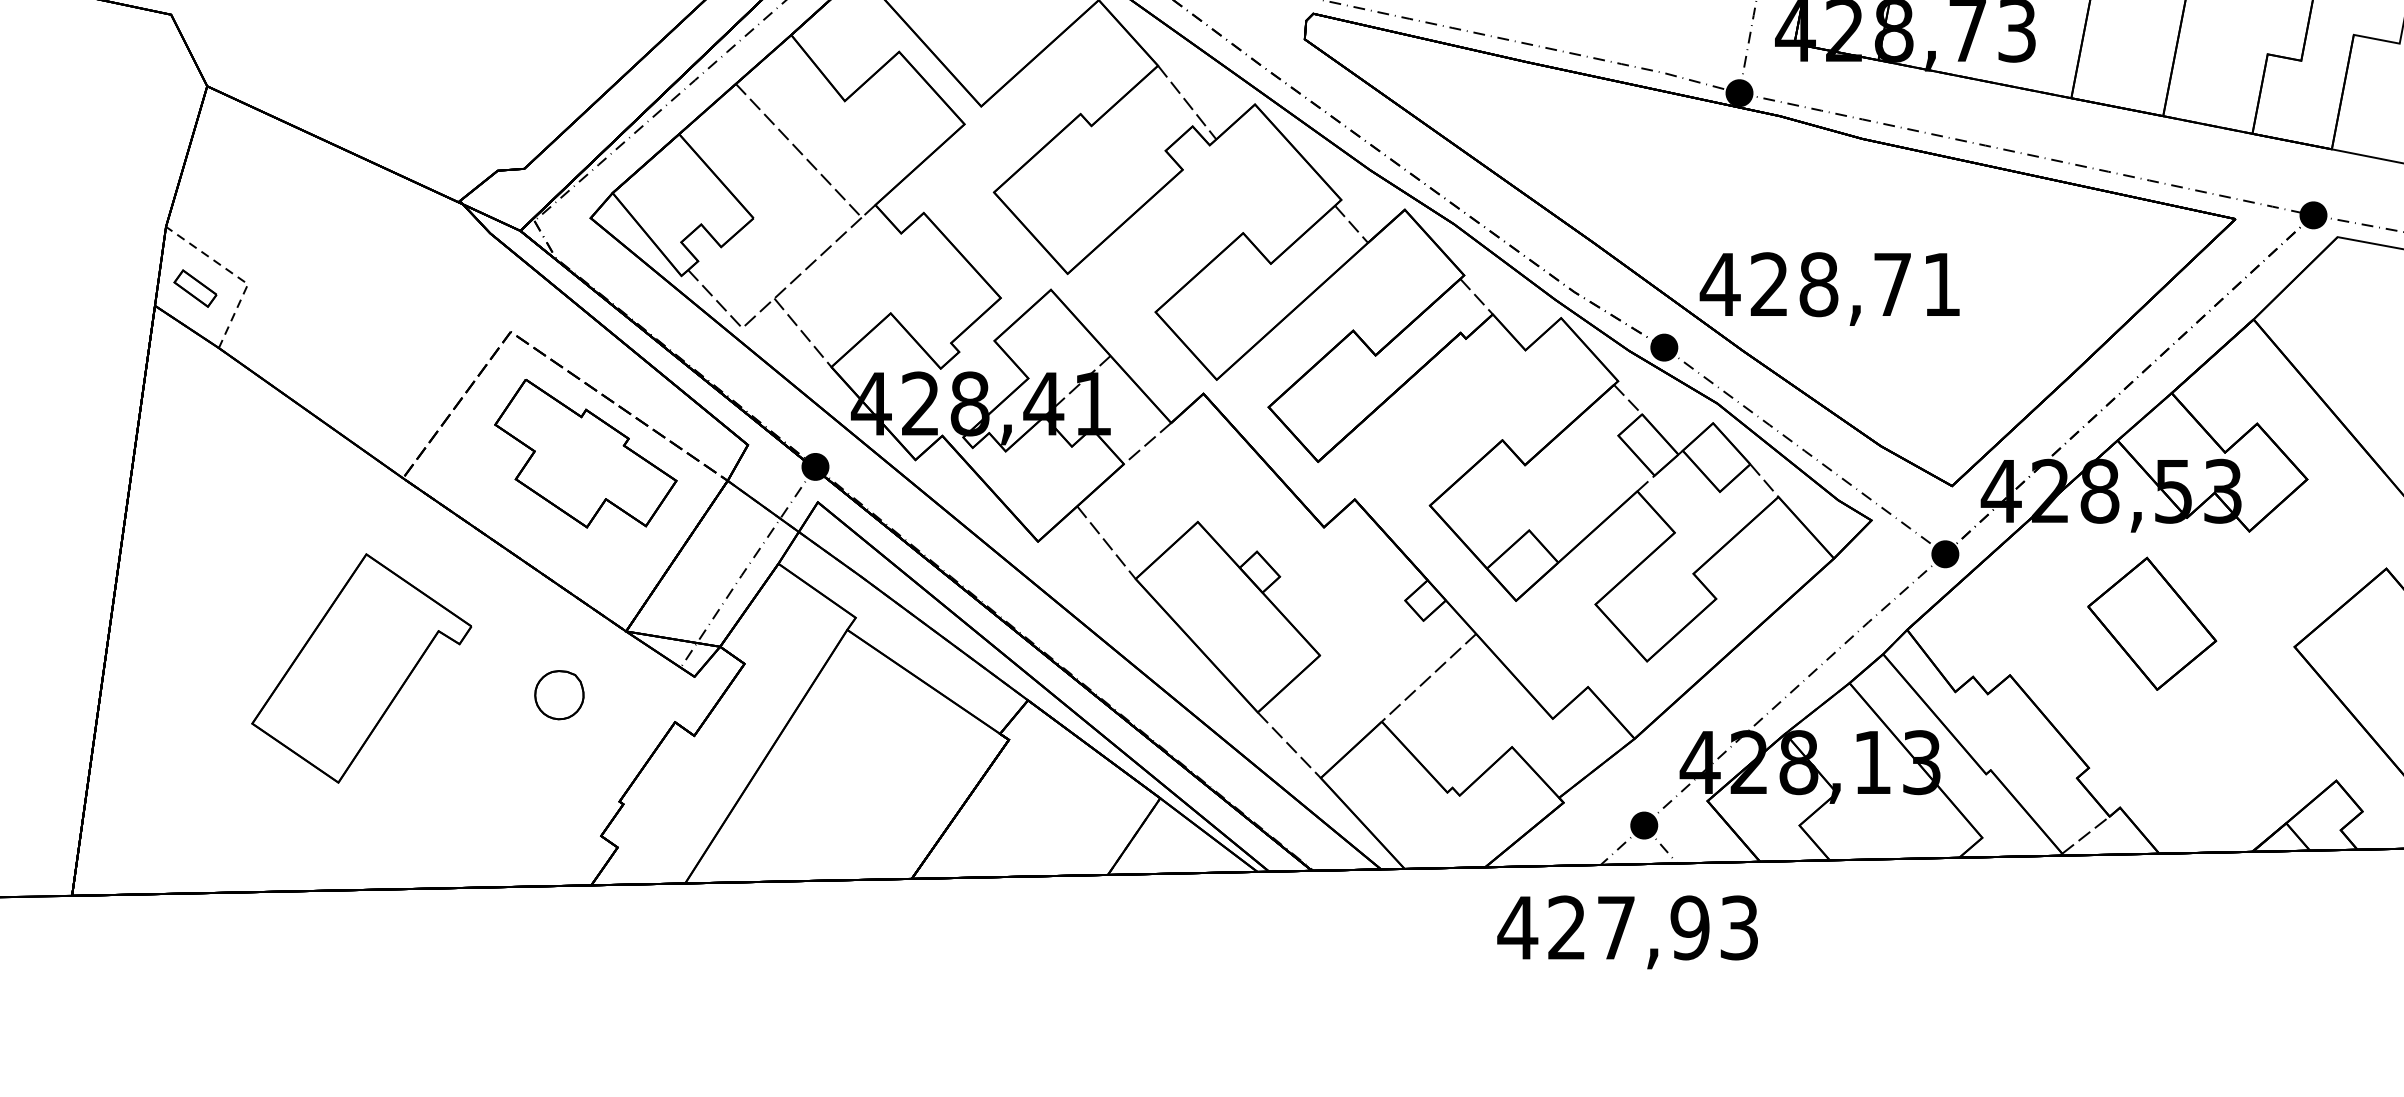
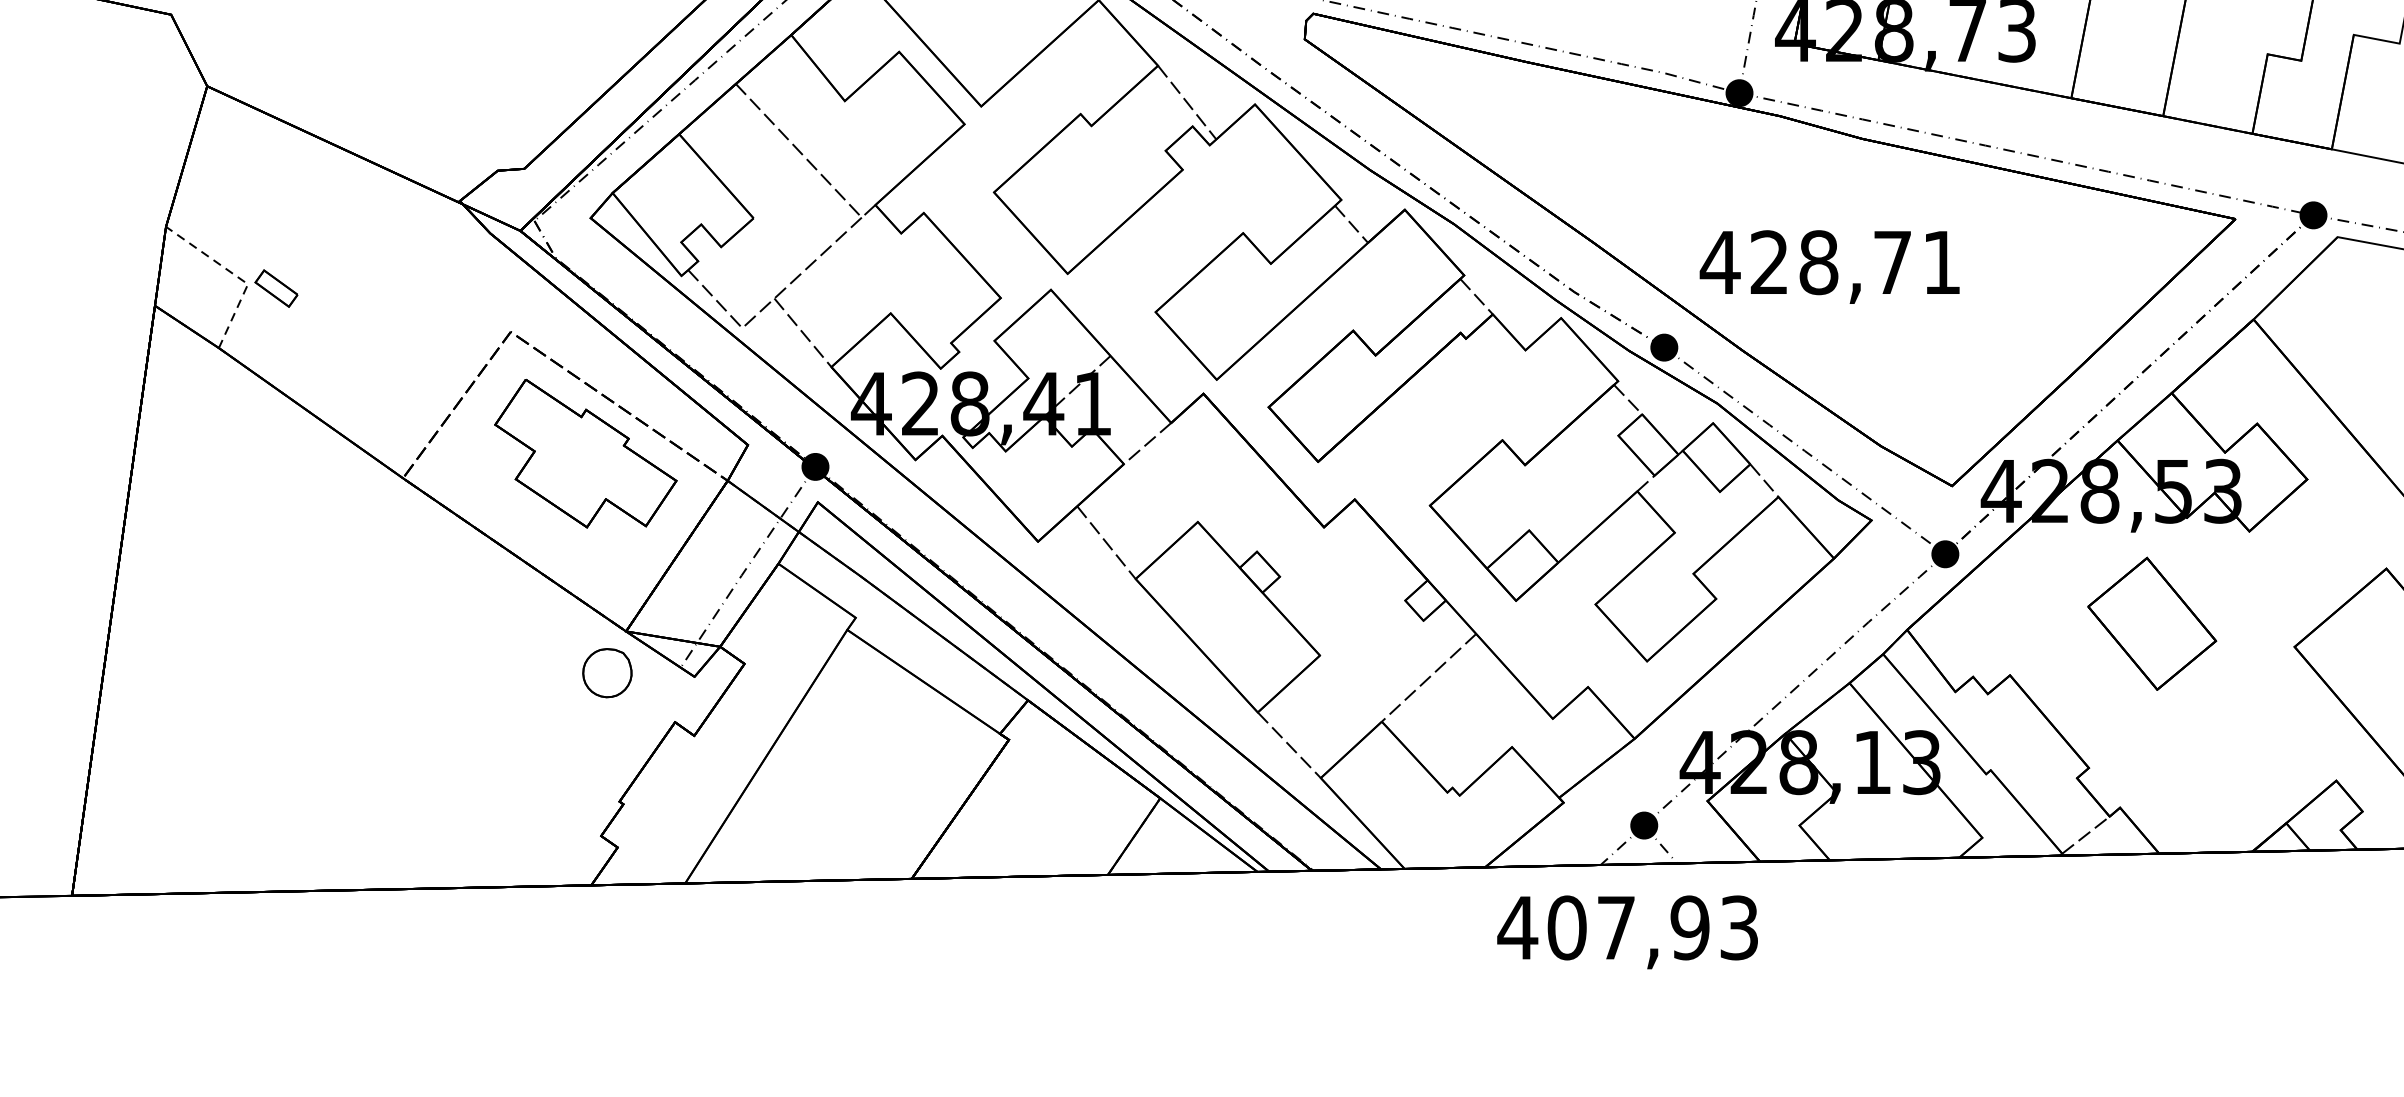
part at (195, 288) position: (195, 288) -> (276, 288)
text at (1829, 288) position: (1829, 288) -> (1829, 266)
part at (361, 668): present -> none
part at (559, 695) position: (559, 695) -> (607, 673)
text at (1566, 927): 427,93 -> 407,93
